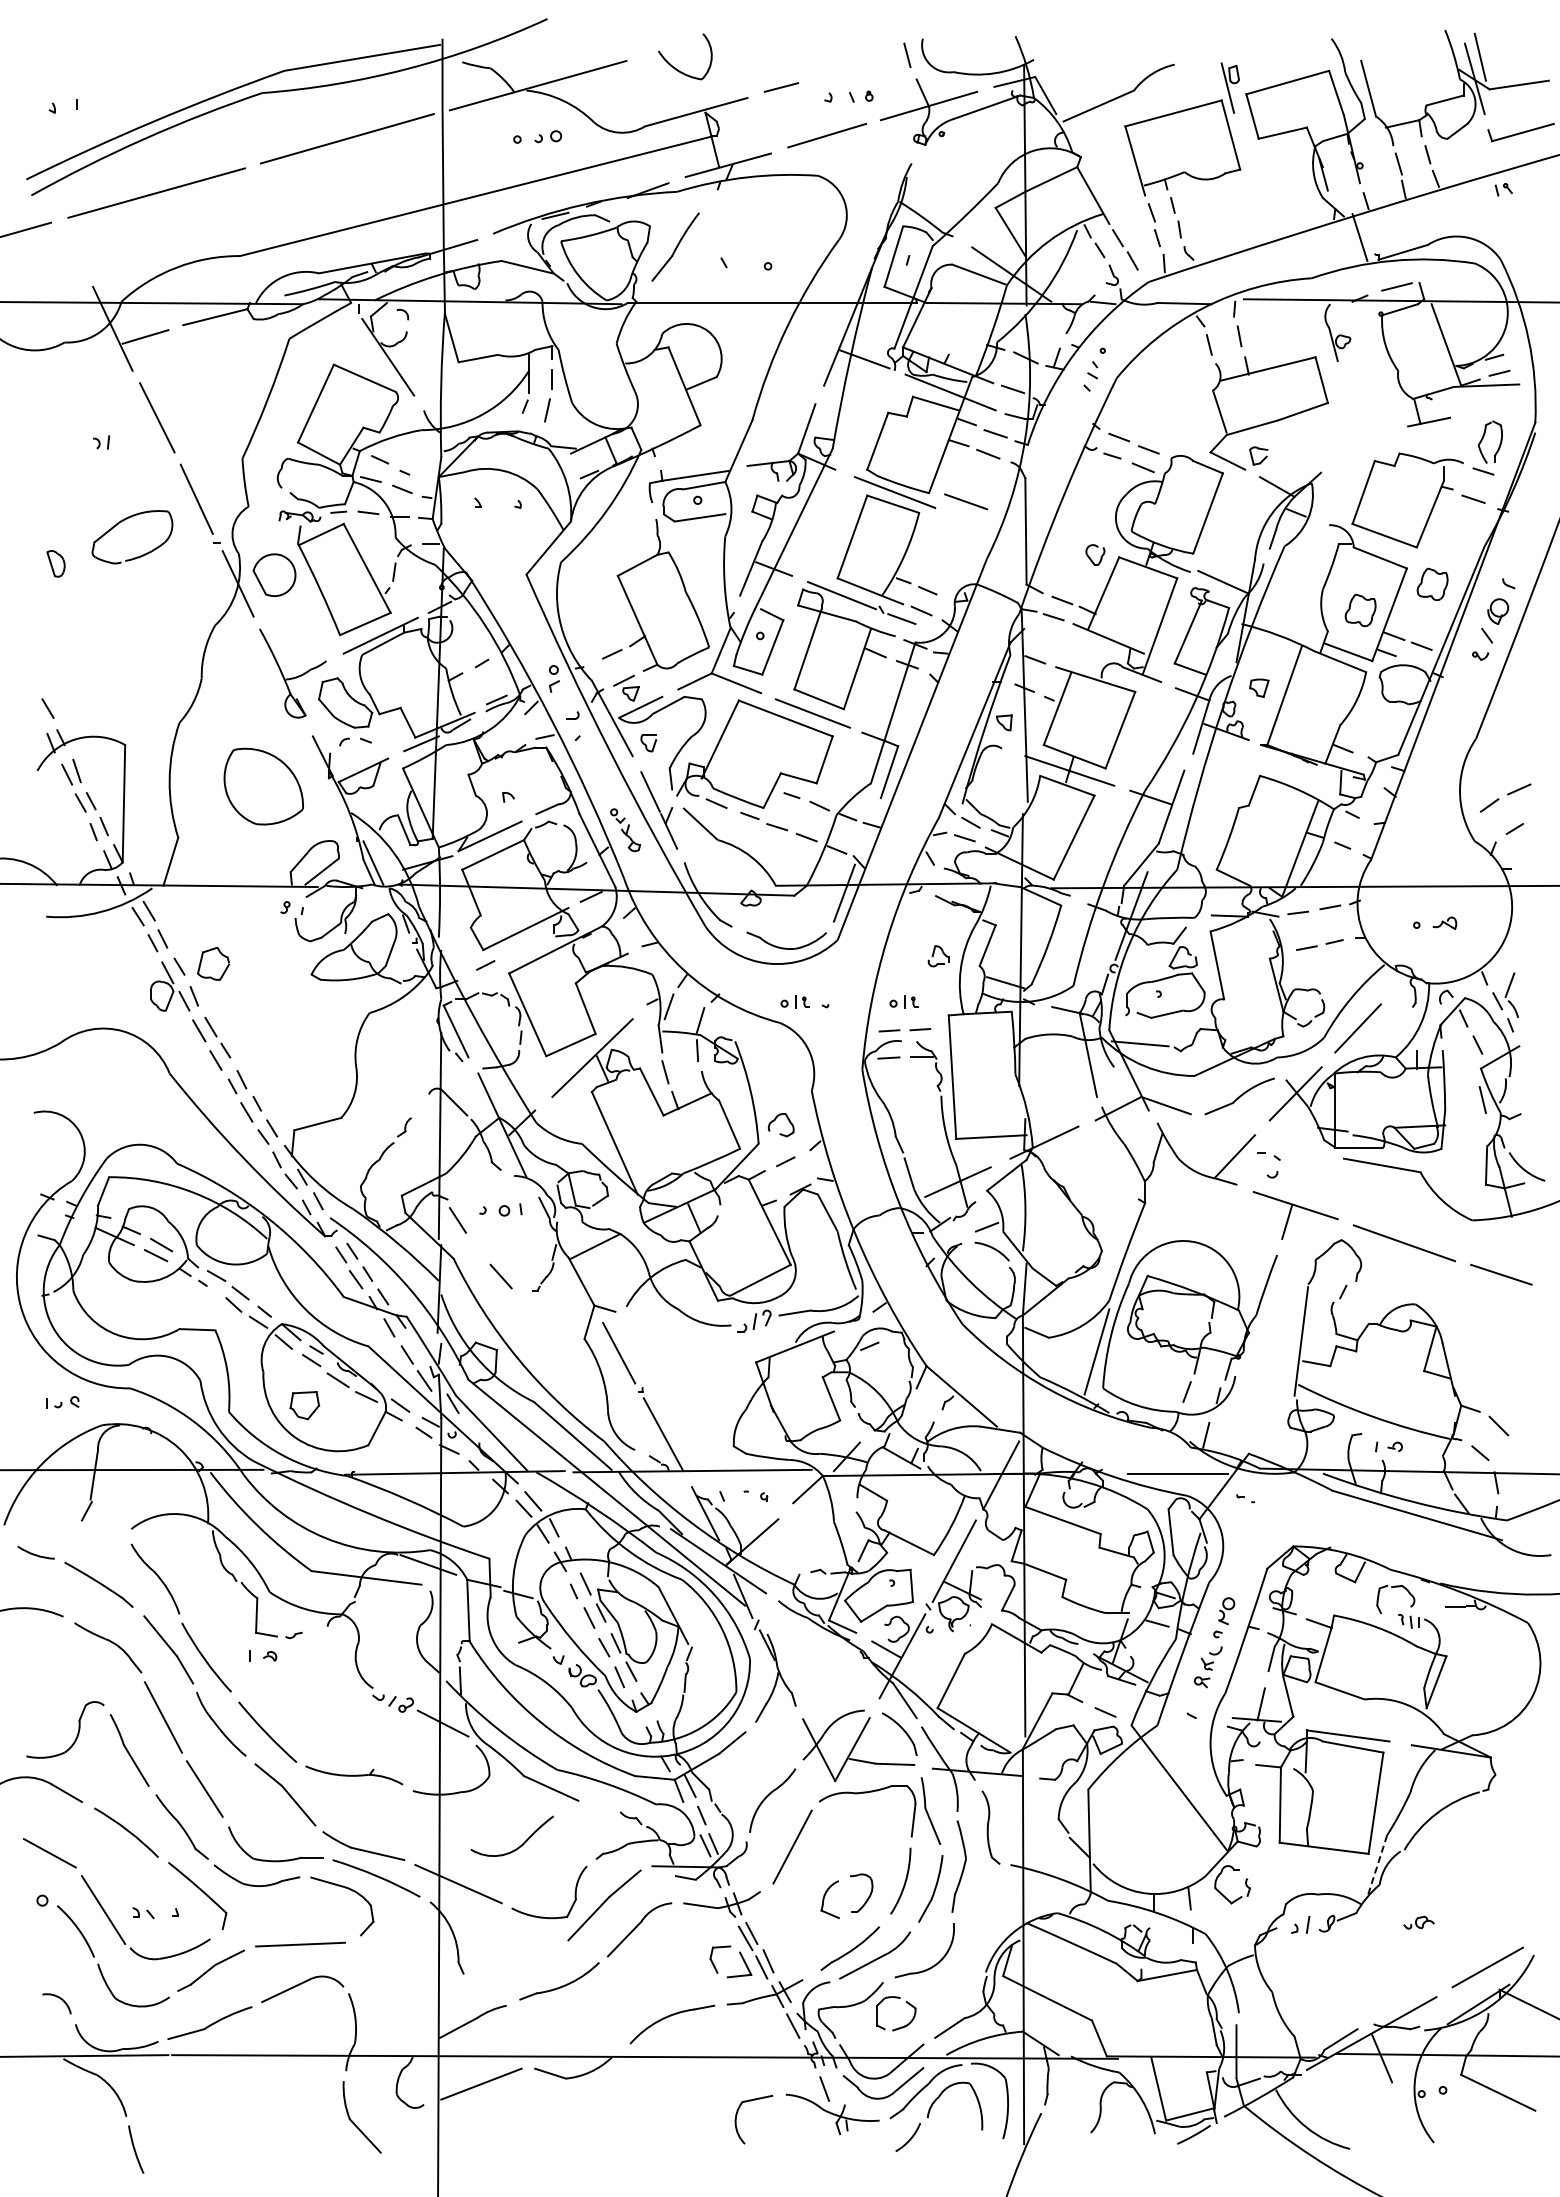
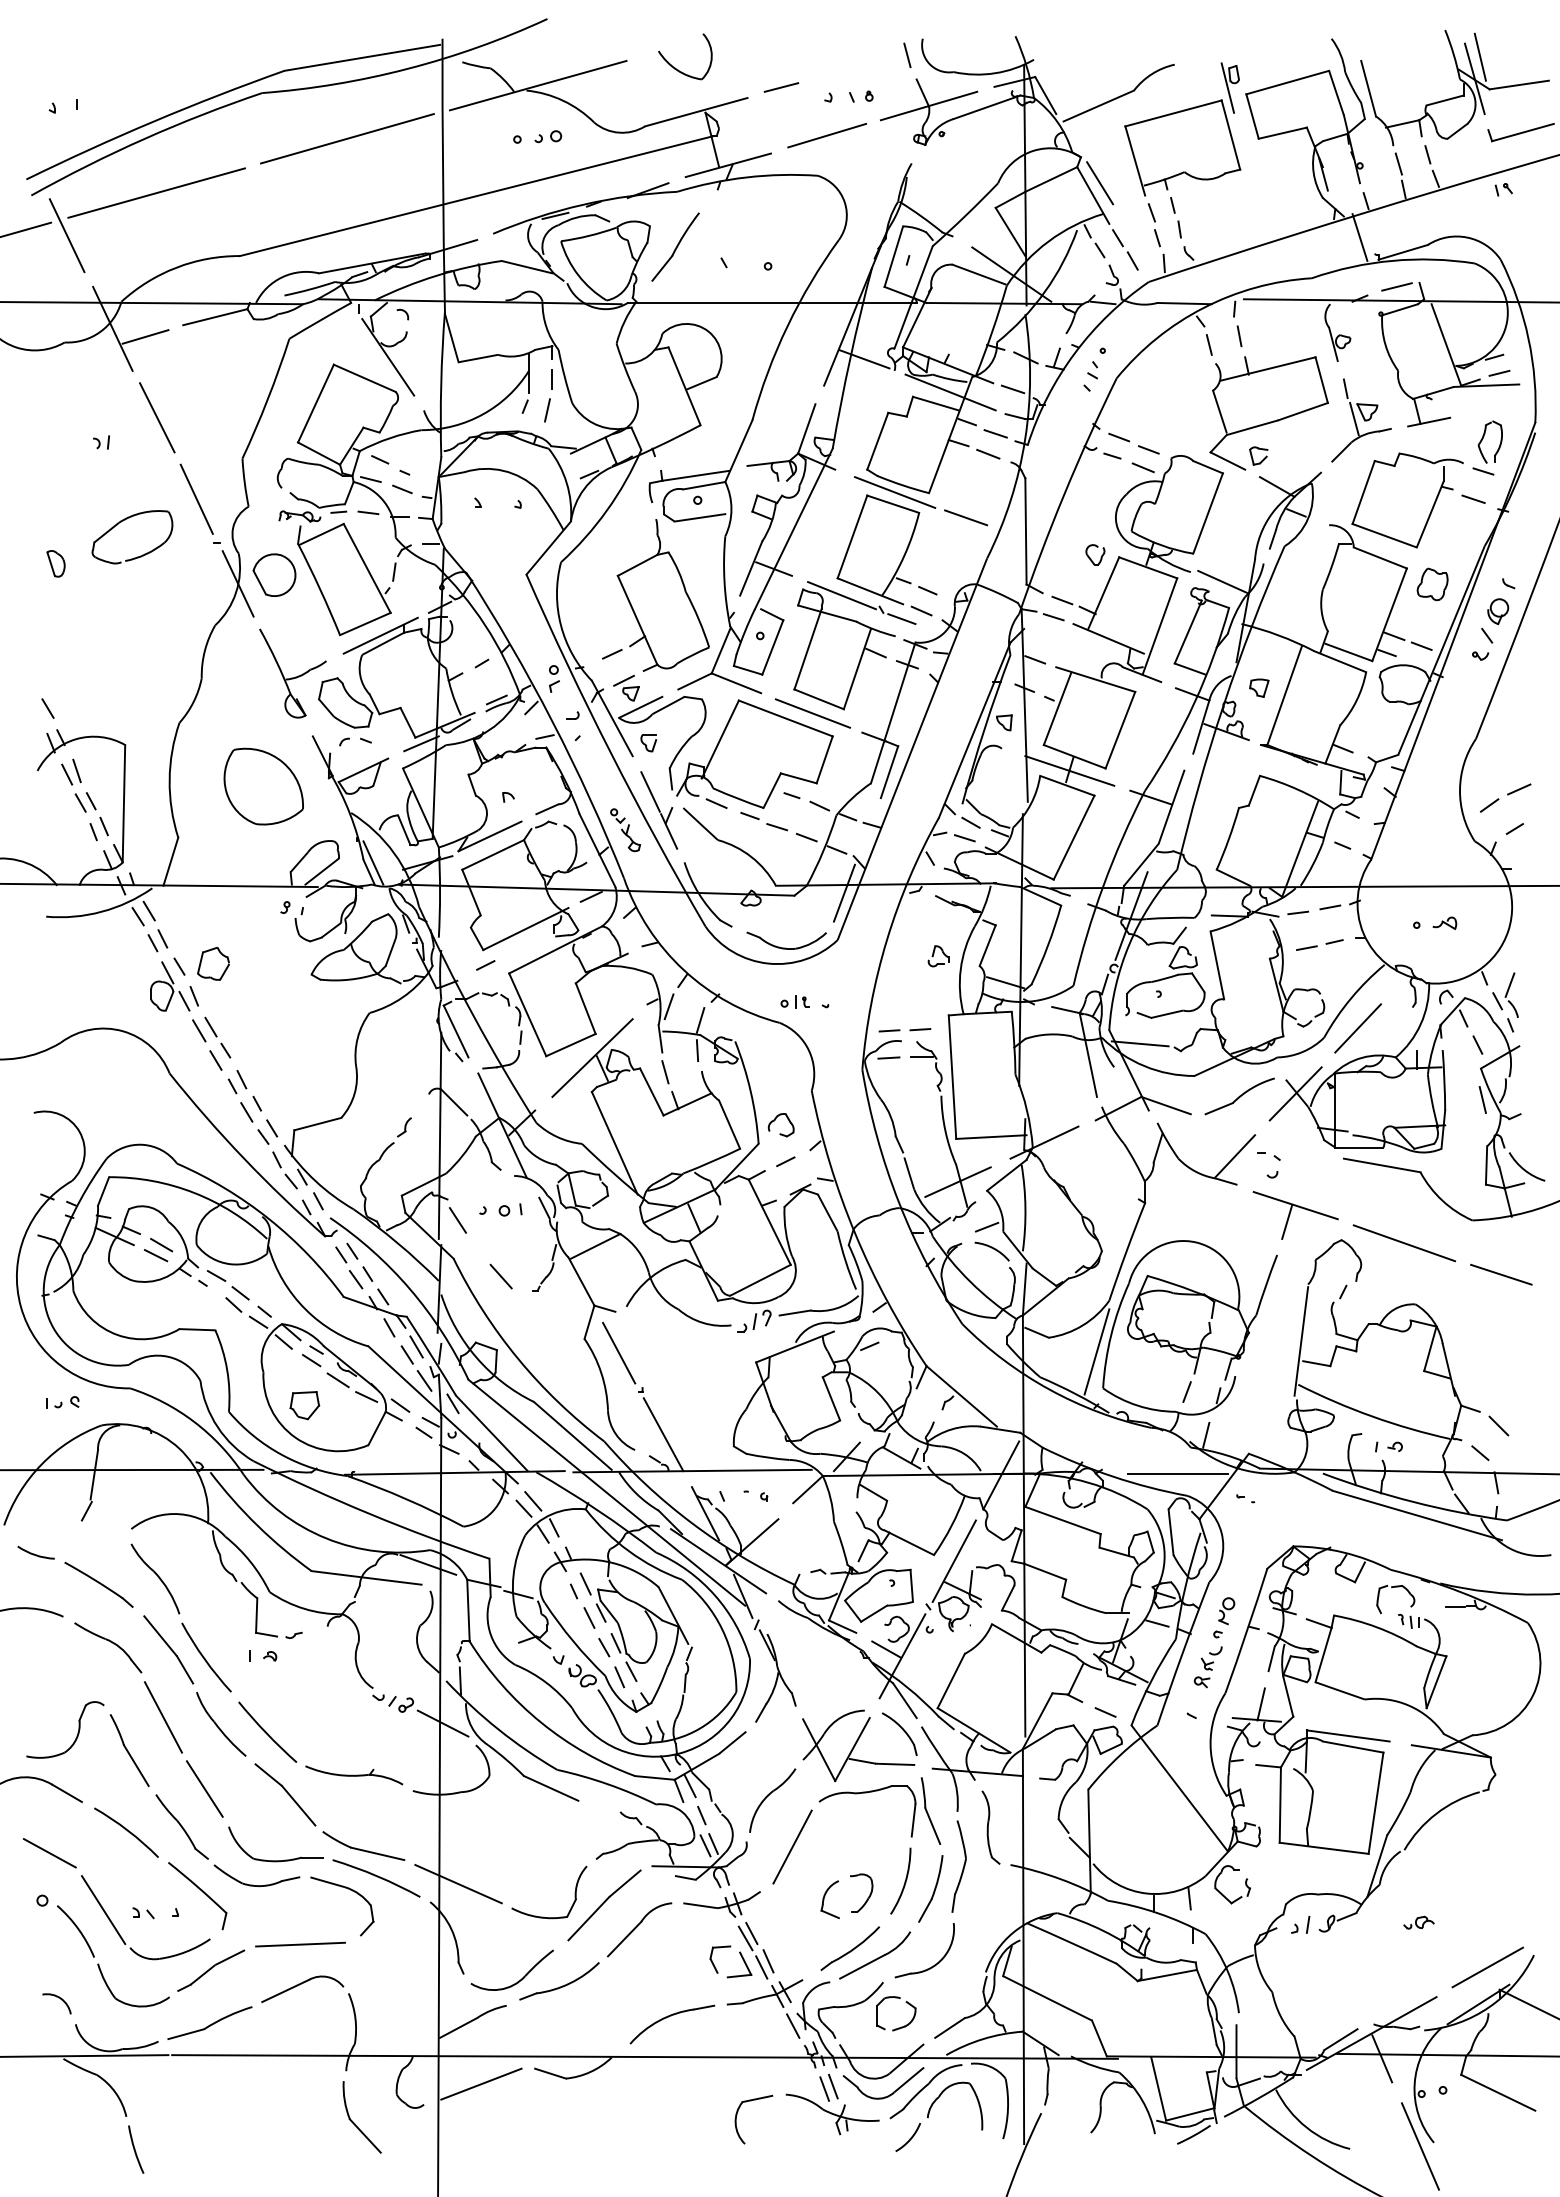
line at (1100, 183): none -> present
line at (66, 235): none -> present
part at (1361, 420): none -> present
line at (965, 501) position: (965, 501) -> (965, 517)
part at (1360, 610): present -> none
part at (903, 1001): present -> none
line at (416, 1346): none -> present
part at (518, 1846) position: (518, 1846) -> (518, 1980)
line at (1377, 1866): dashed -> solid
line at (833, 2086): none -> present
line at (1420, 2146): none -> present
